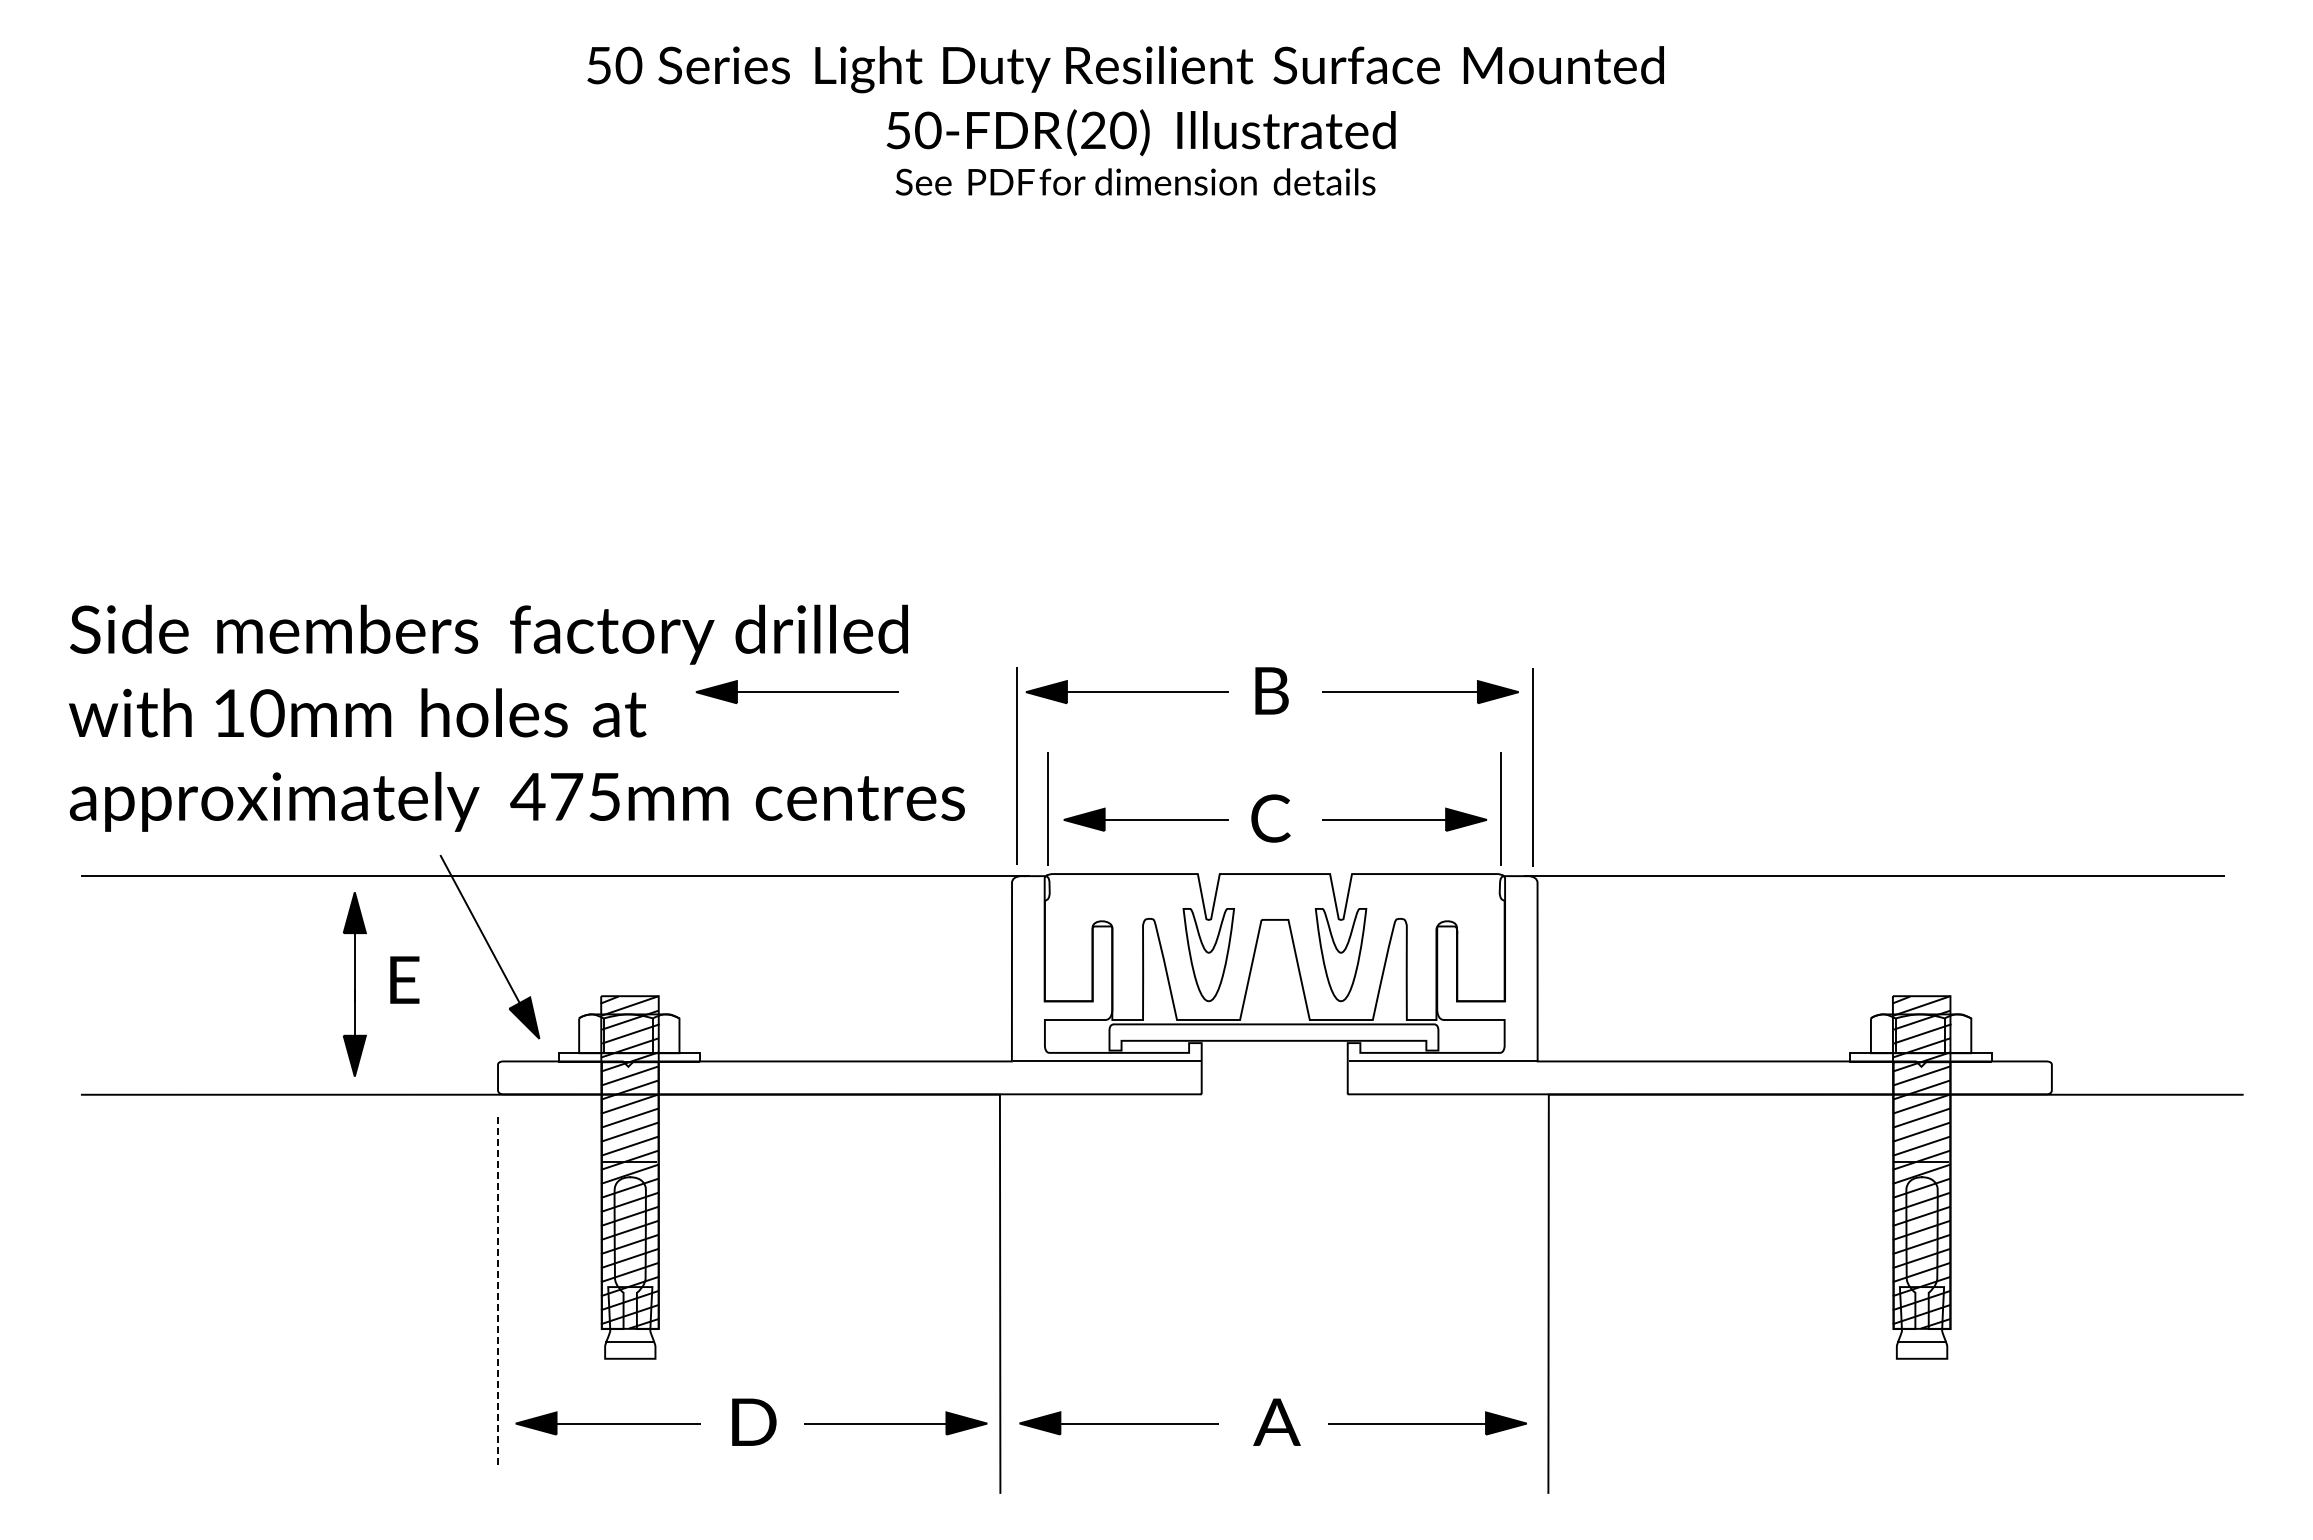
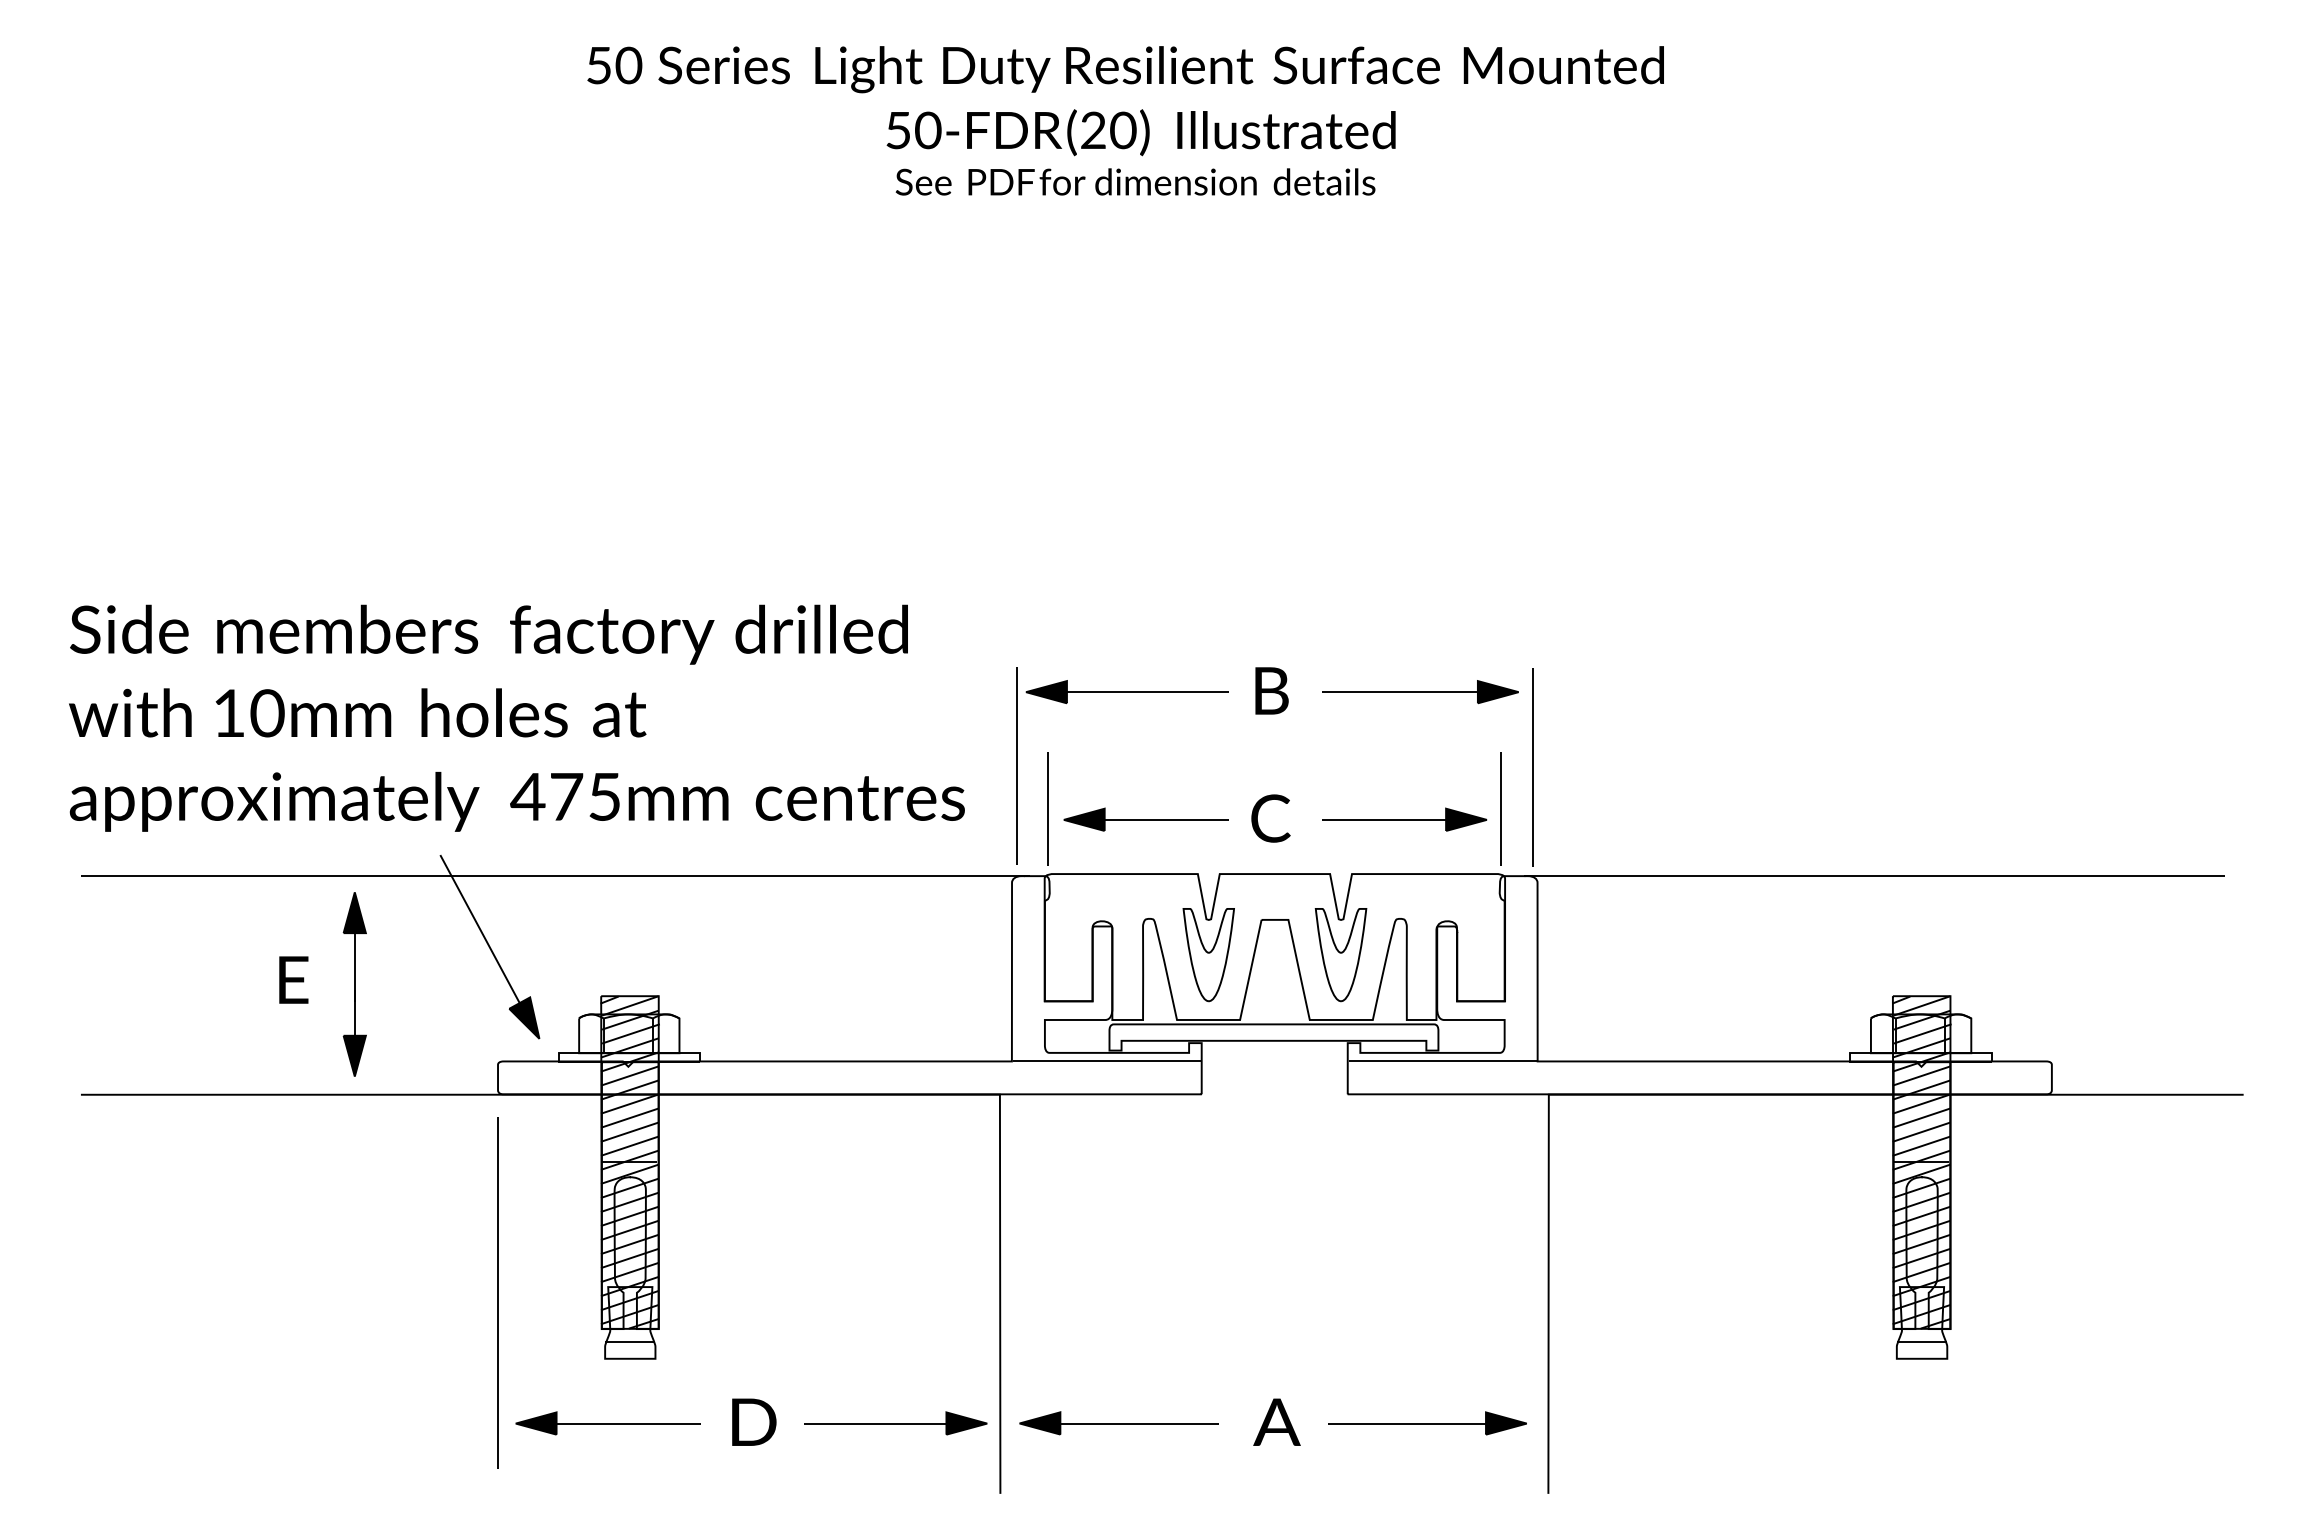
part at (796, 692): present -> none
text at (404, 979) position: (404, 979) -> (293, 979)
line at (498, 1293): dashed -> solid
